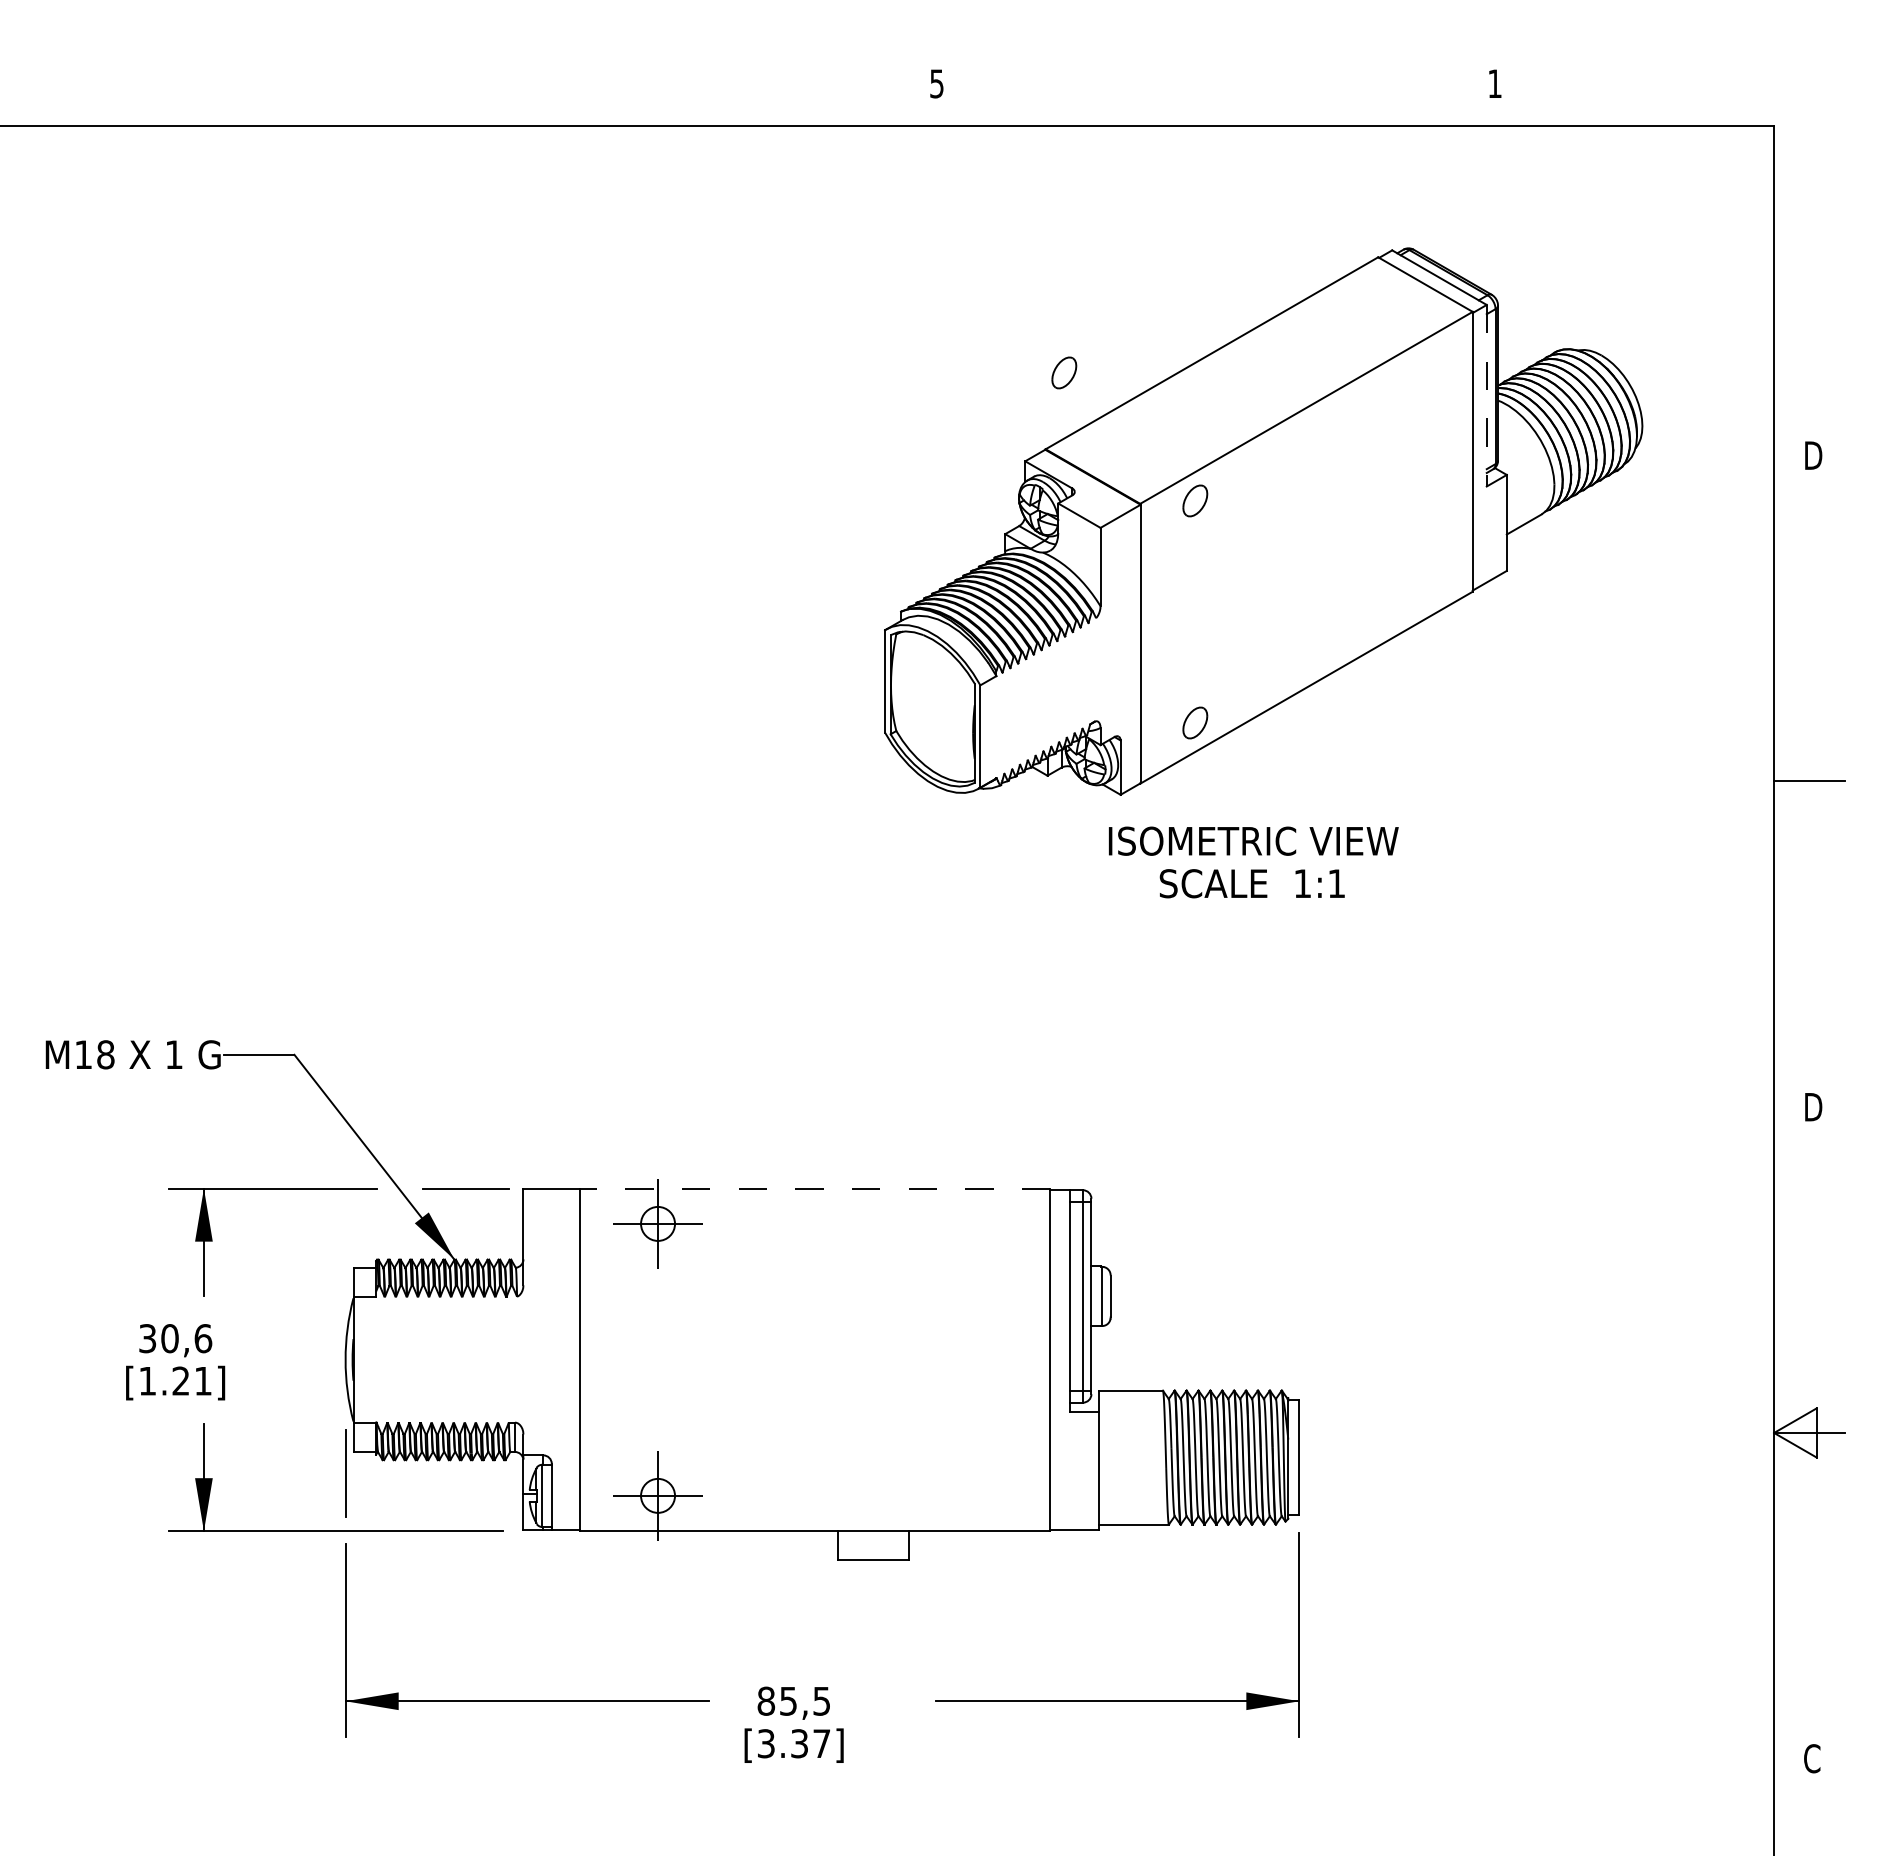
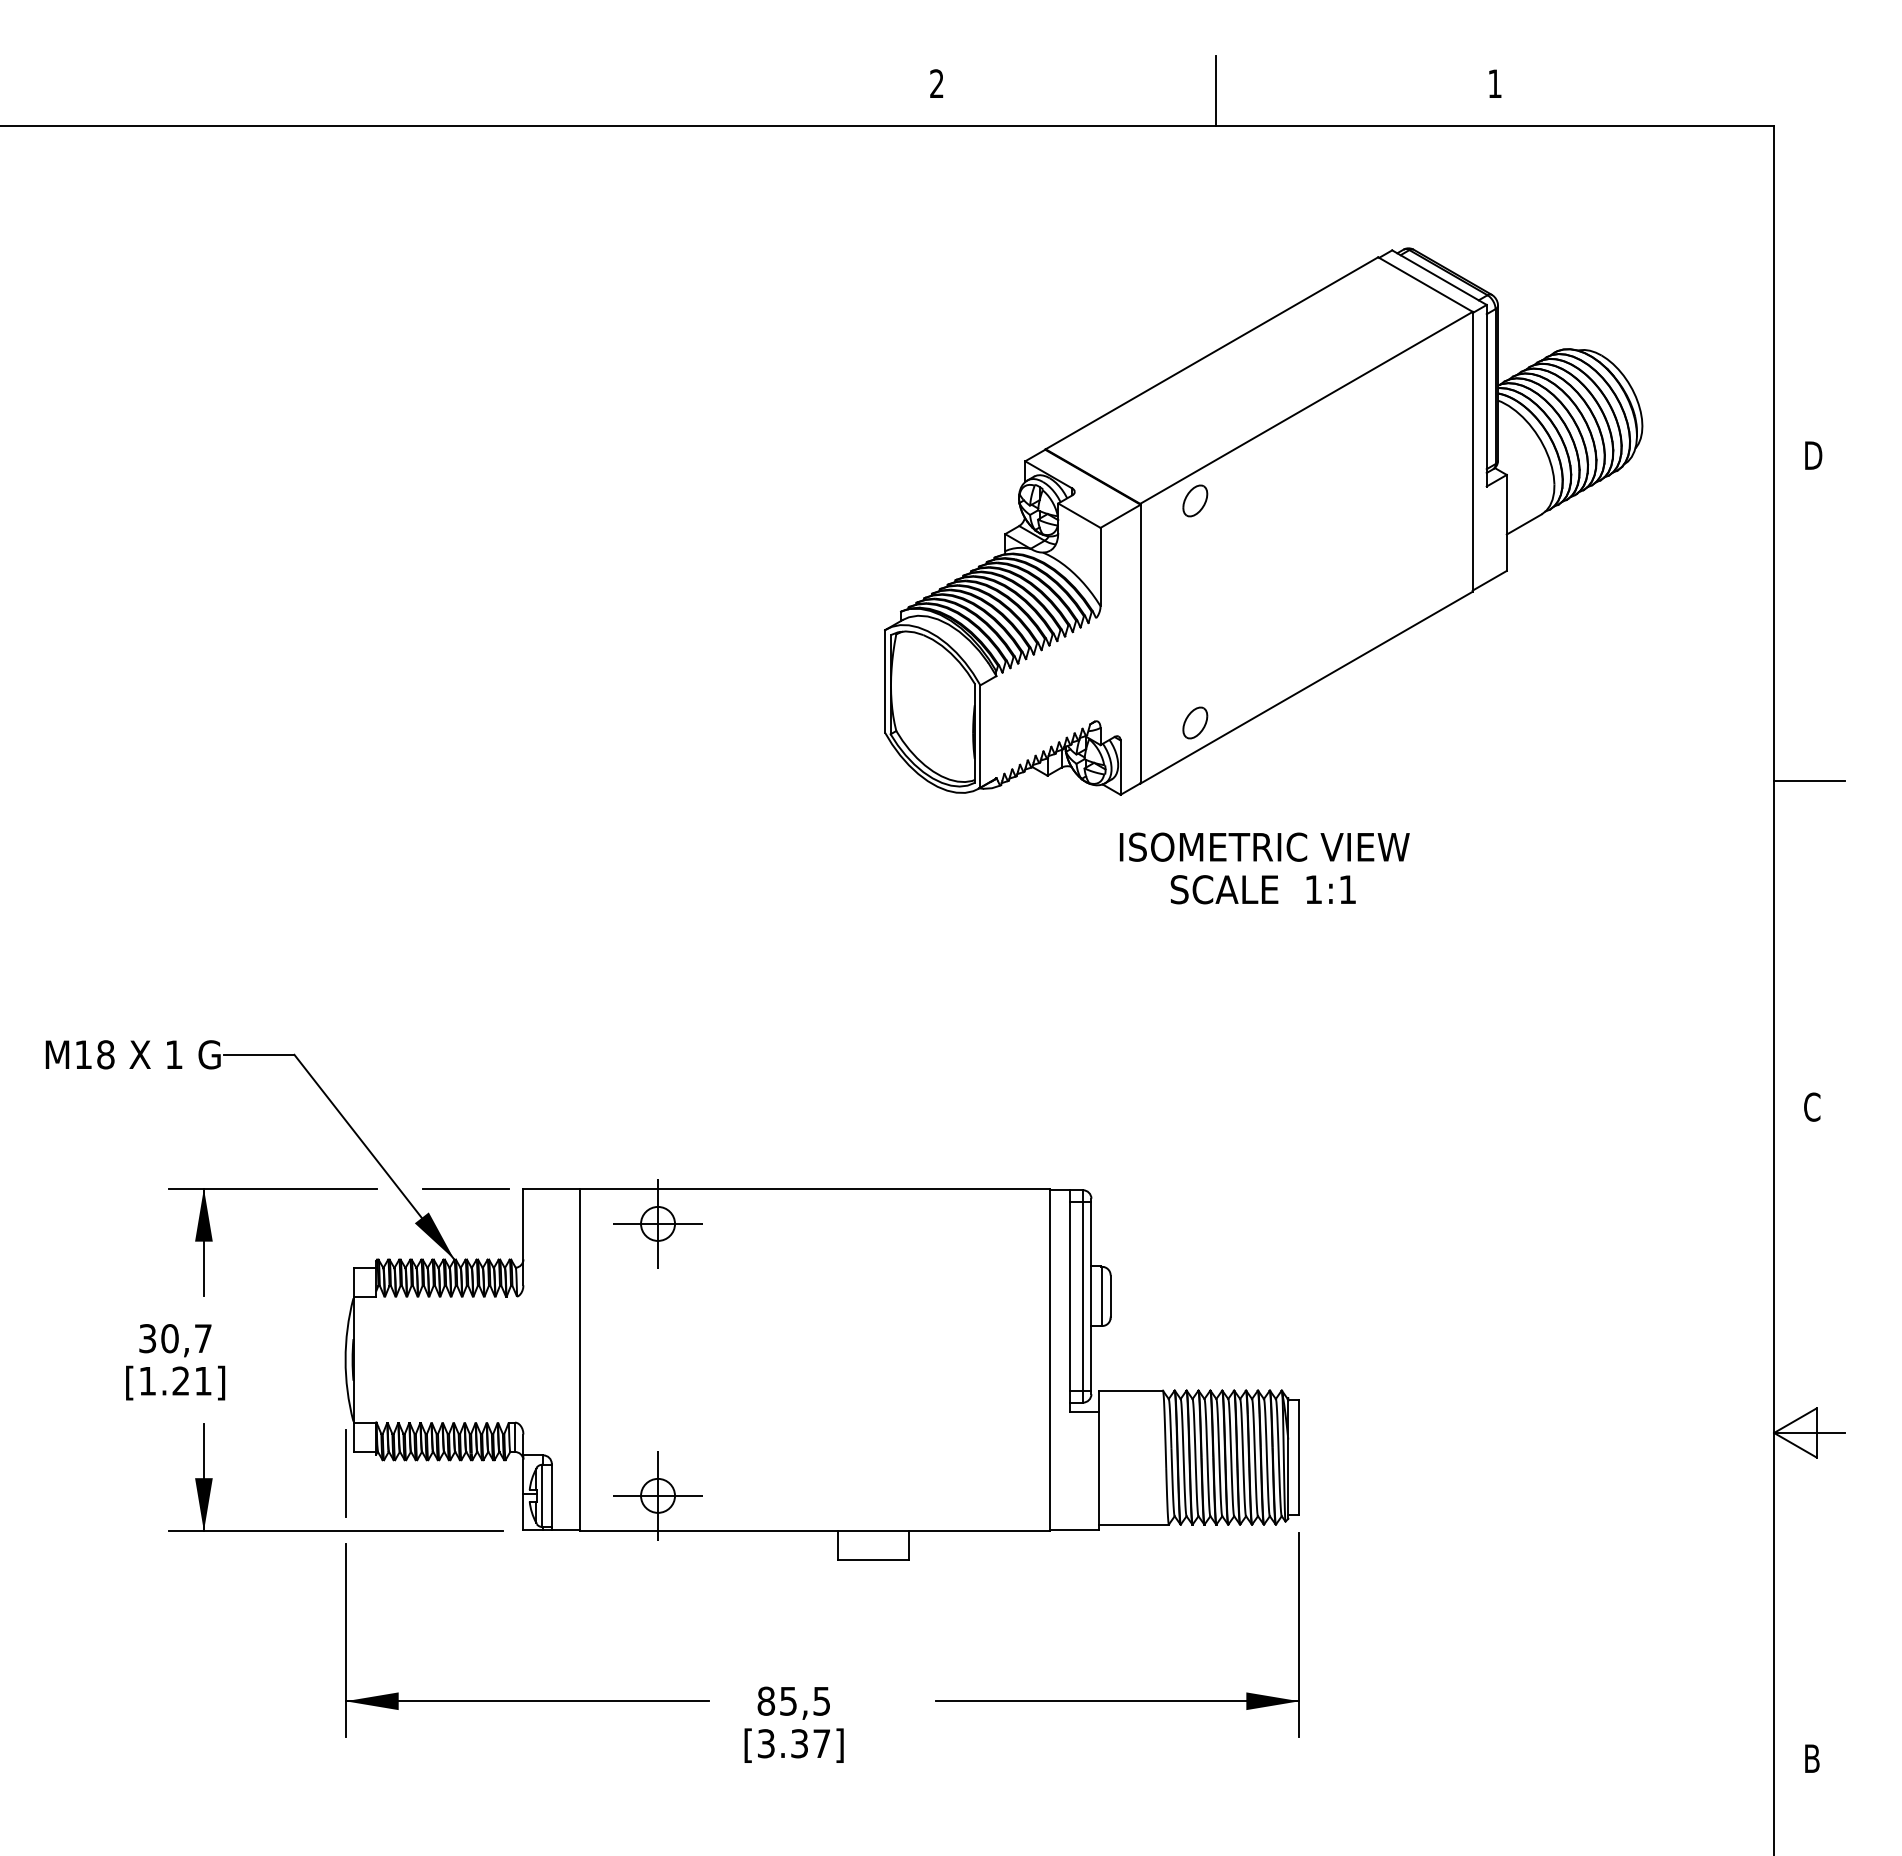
text at (936, 83): 5 -> 2
line at (1216, 90): none -> present
part at (1064, 372): present -> none
line at (1486, 395): dashed -> solid
text at (1253, 862) position: (1253, 862) -> (1264, 868)
text at (1813, 1106): D -> C
line at (814, 1188): dashed -> solid
text at (203, 1338): 30,6 -> 30,7
text at (1812, 1758): C -> B
